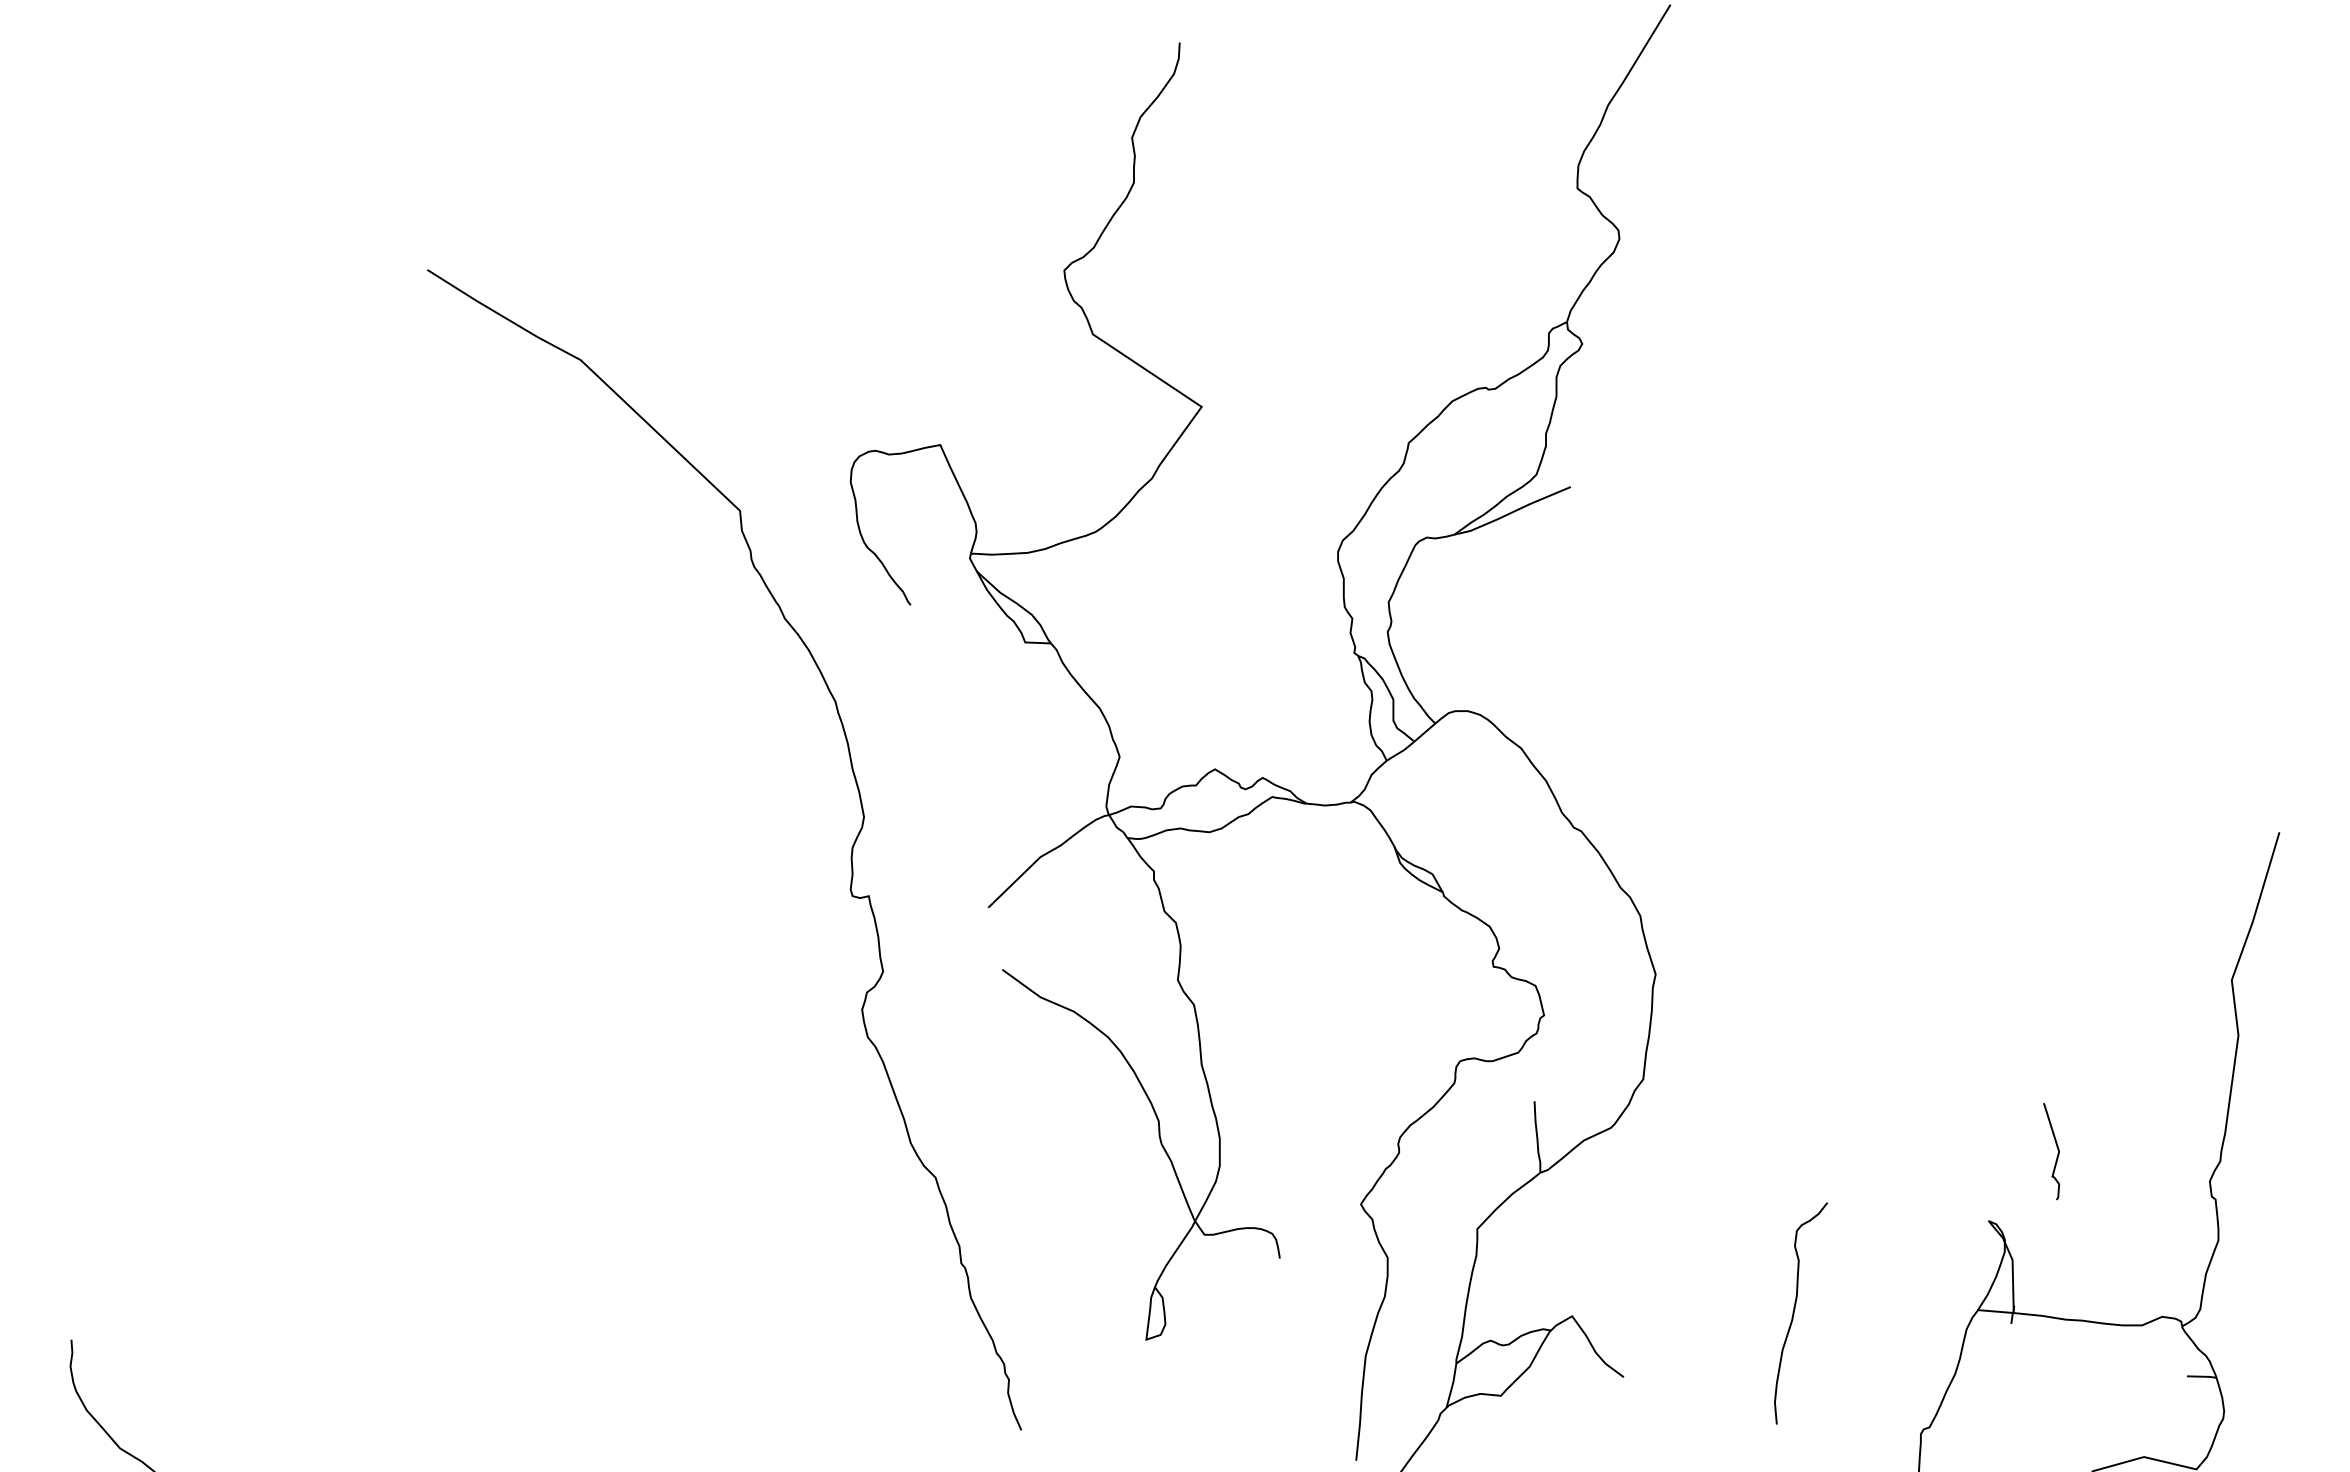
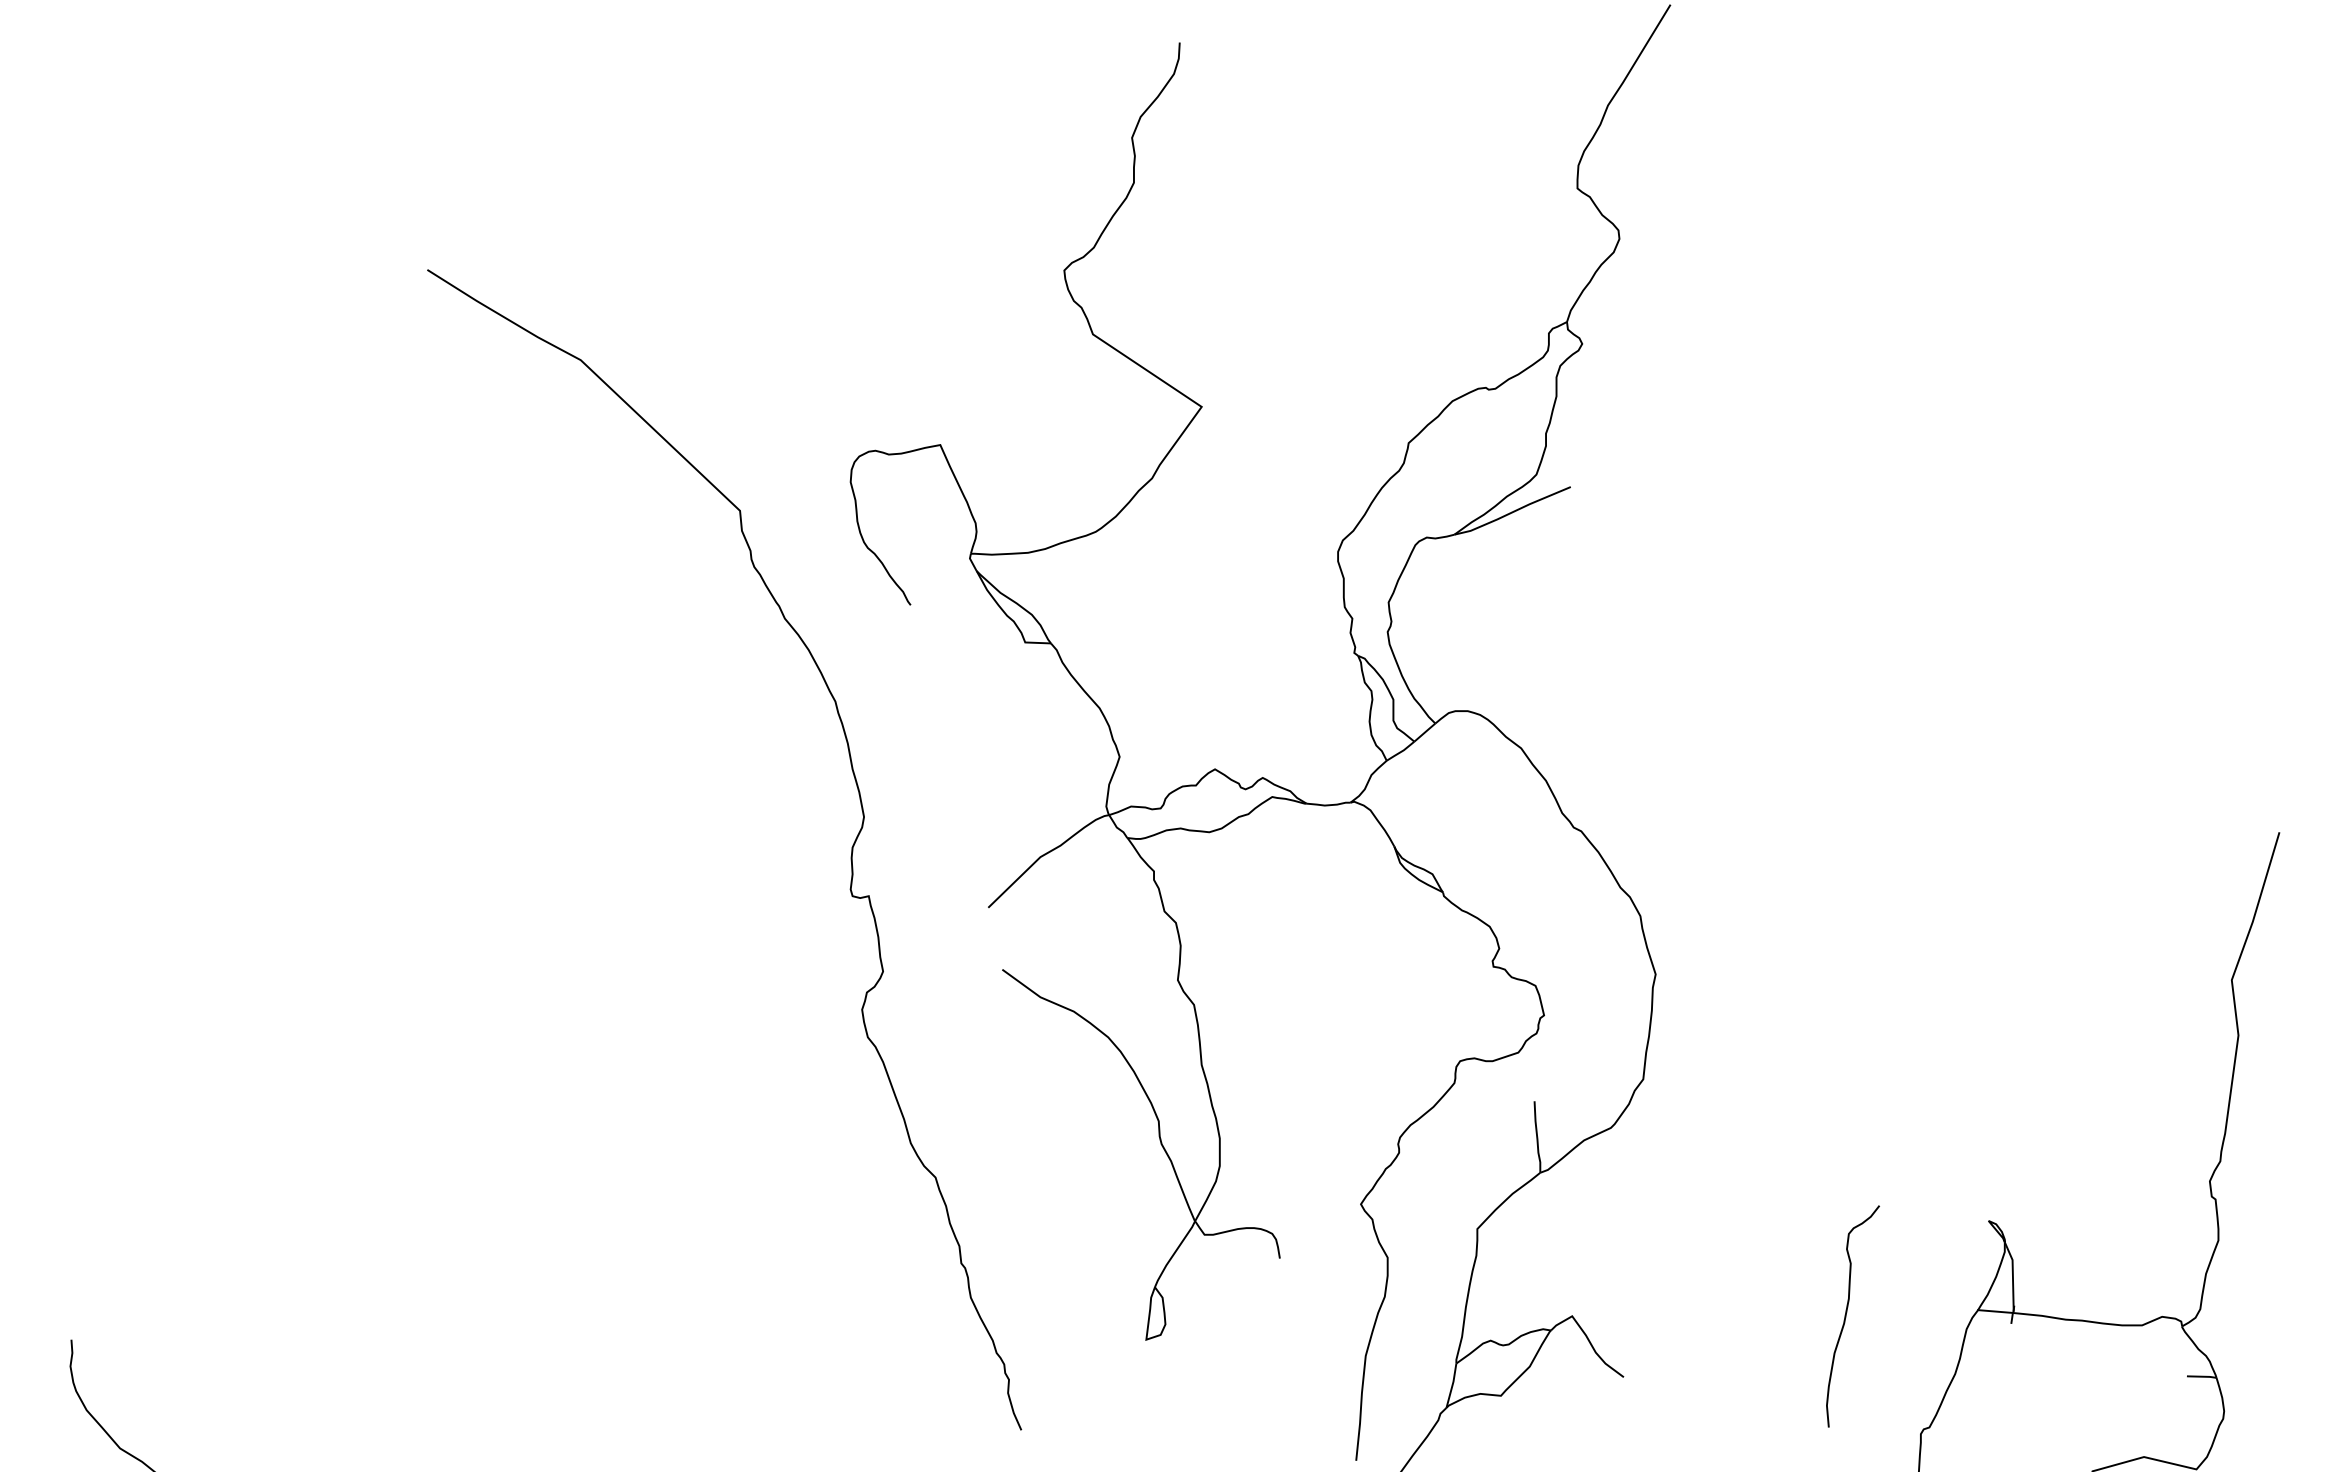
curve at (2057, 1150): present -> none
curve at (1794, 1313) position: (1794, 1313) -> (1846, 1316)
